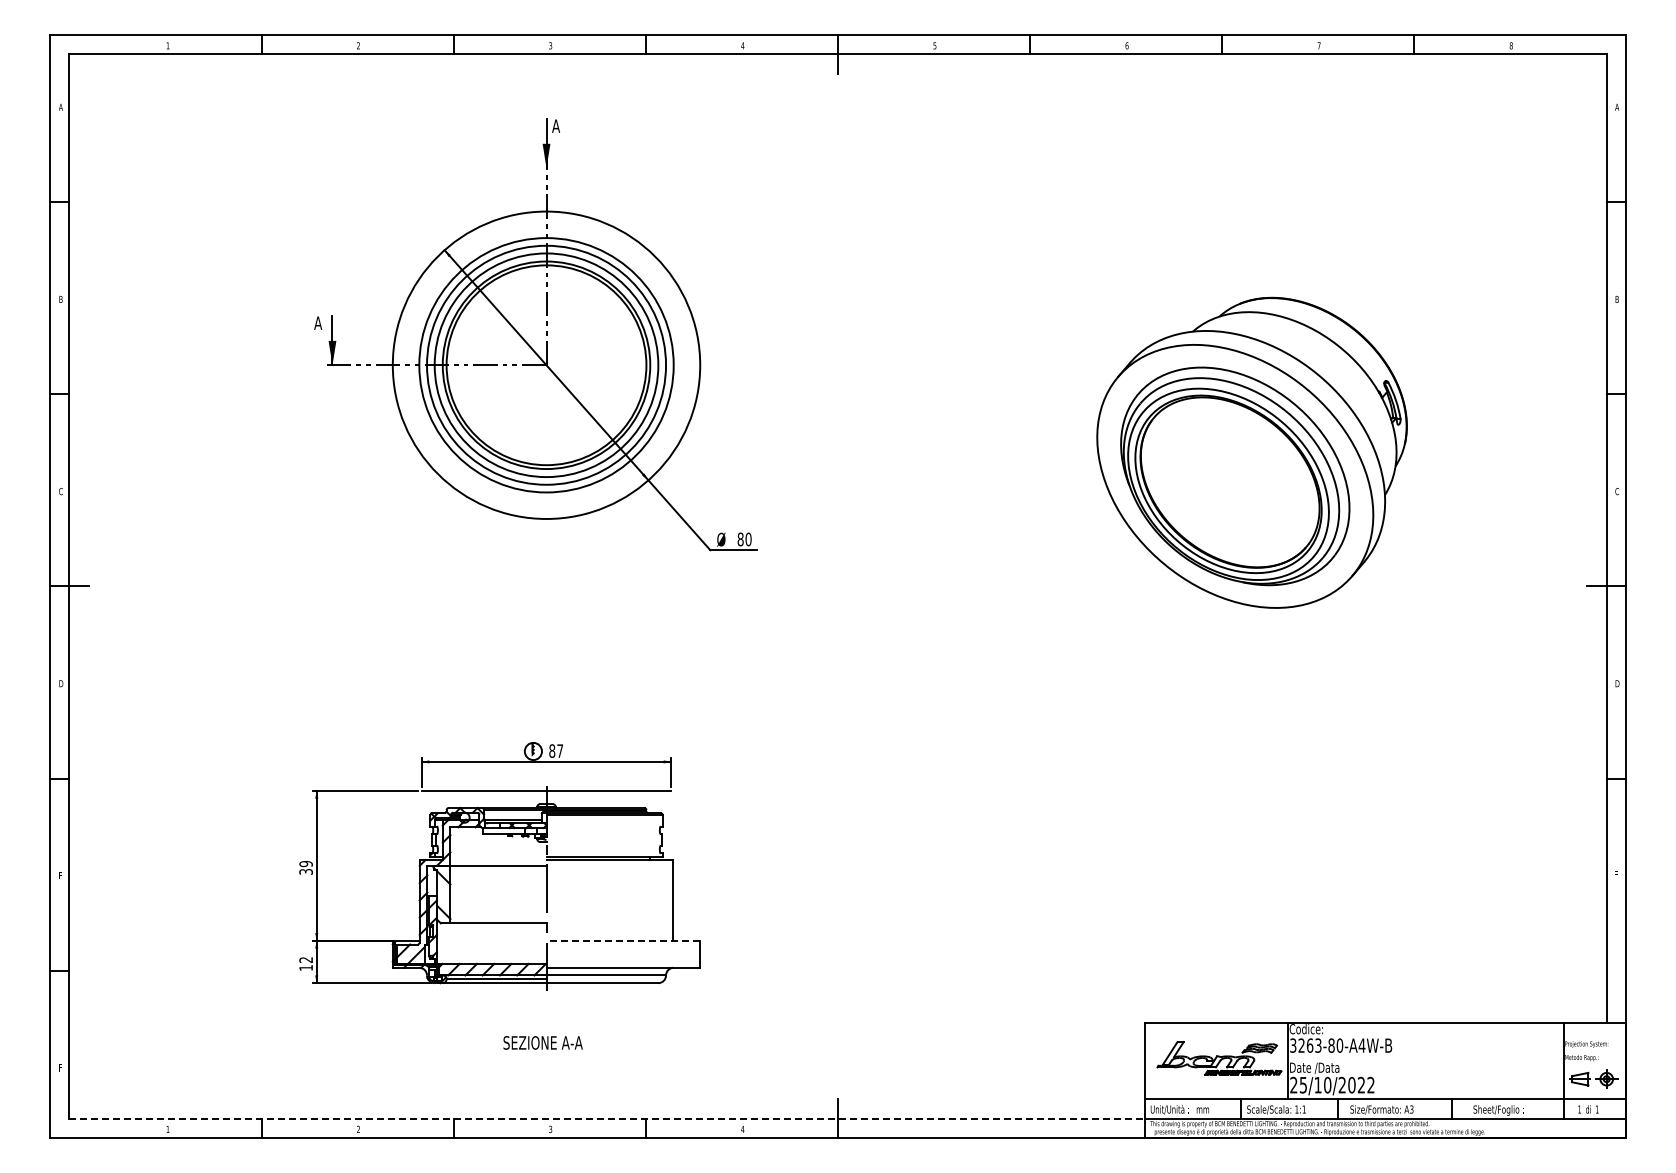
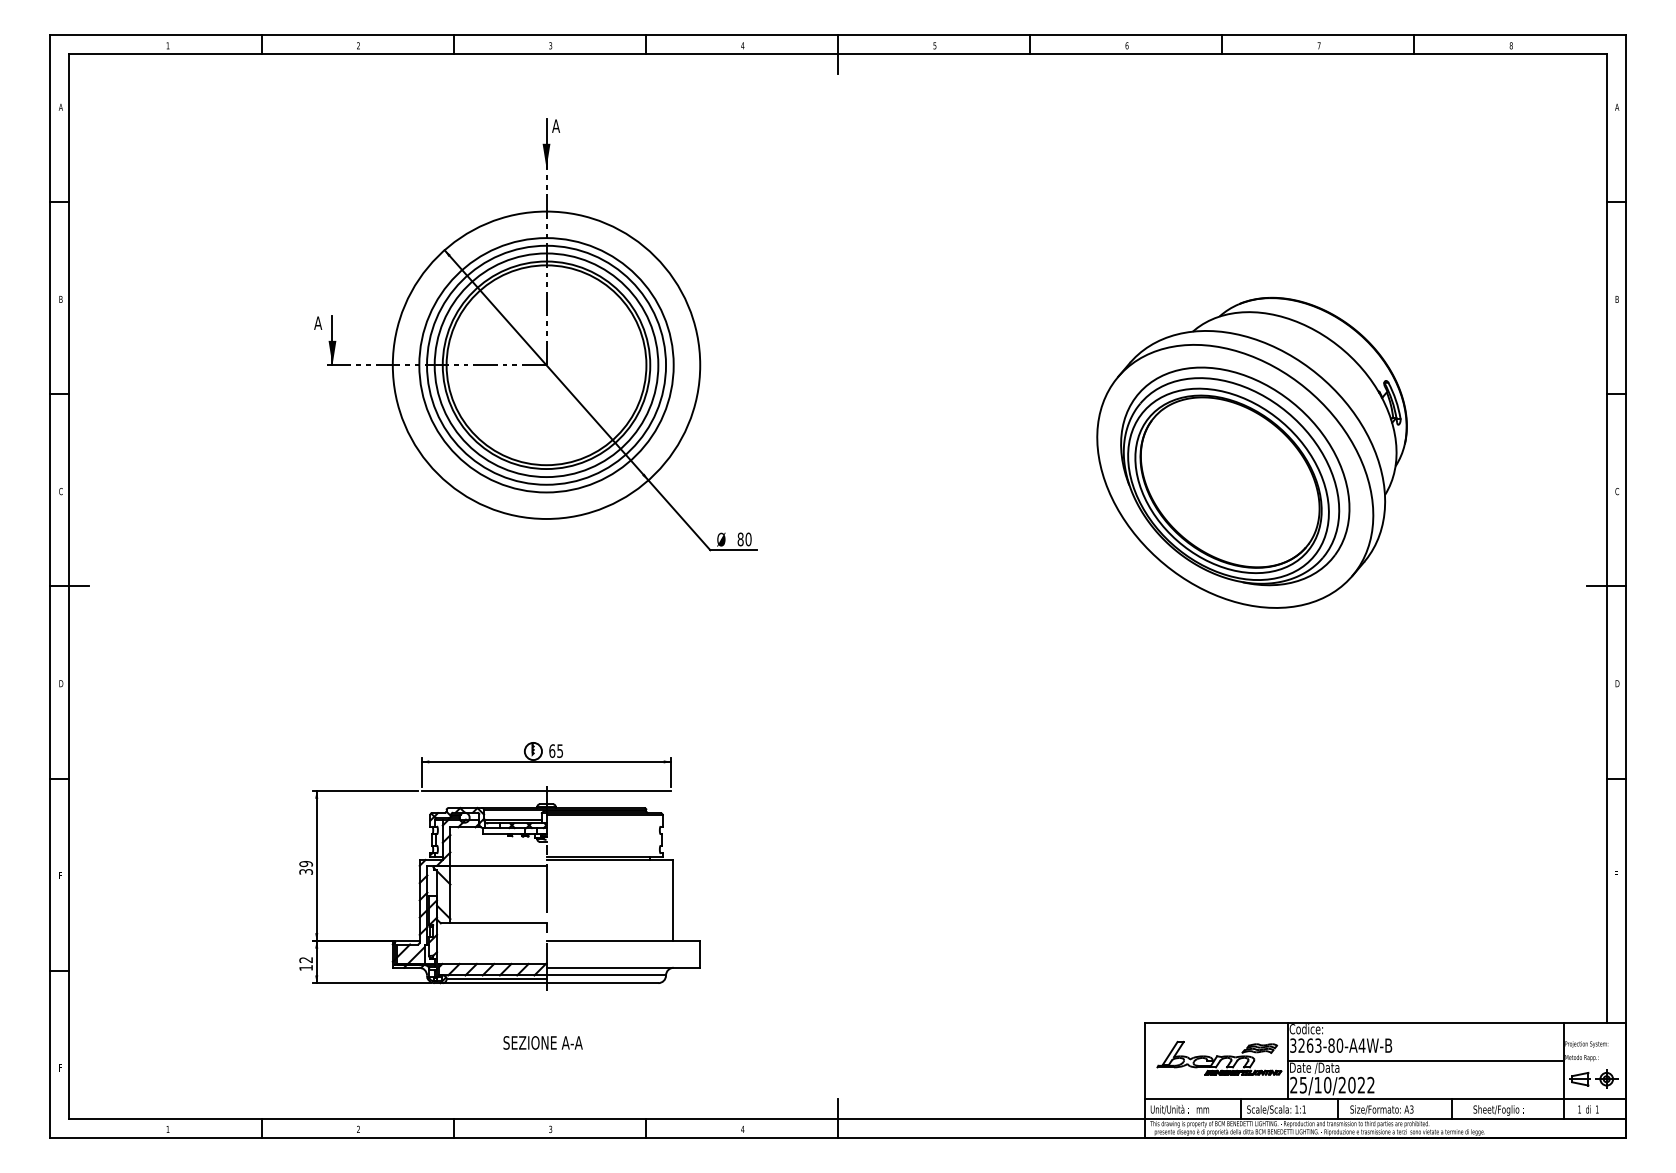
text at (555, 750): 87 -> 65
line at (623, 940): dashed -> solid
line at (1425, 1061): none -> present
line at (607, 1118): dashed -> solid
